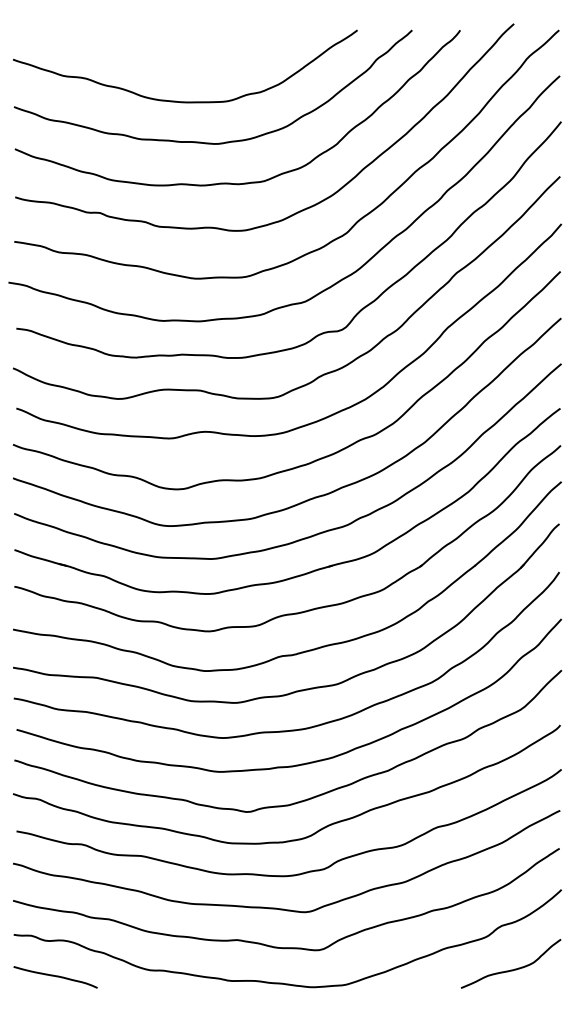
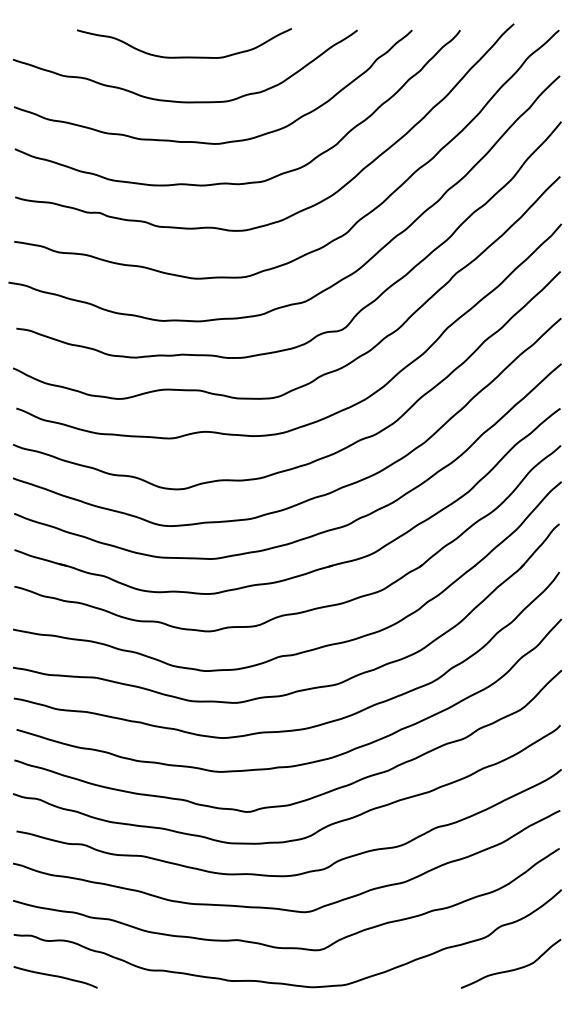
curve at (184, 56): none -> present
